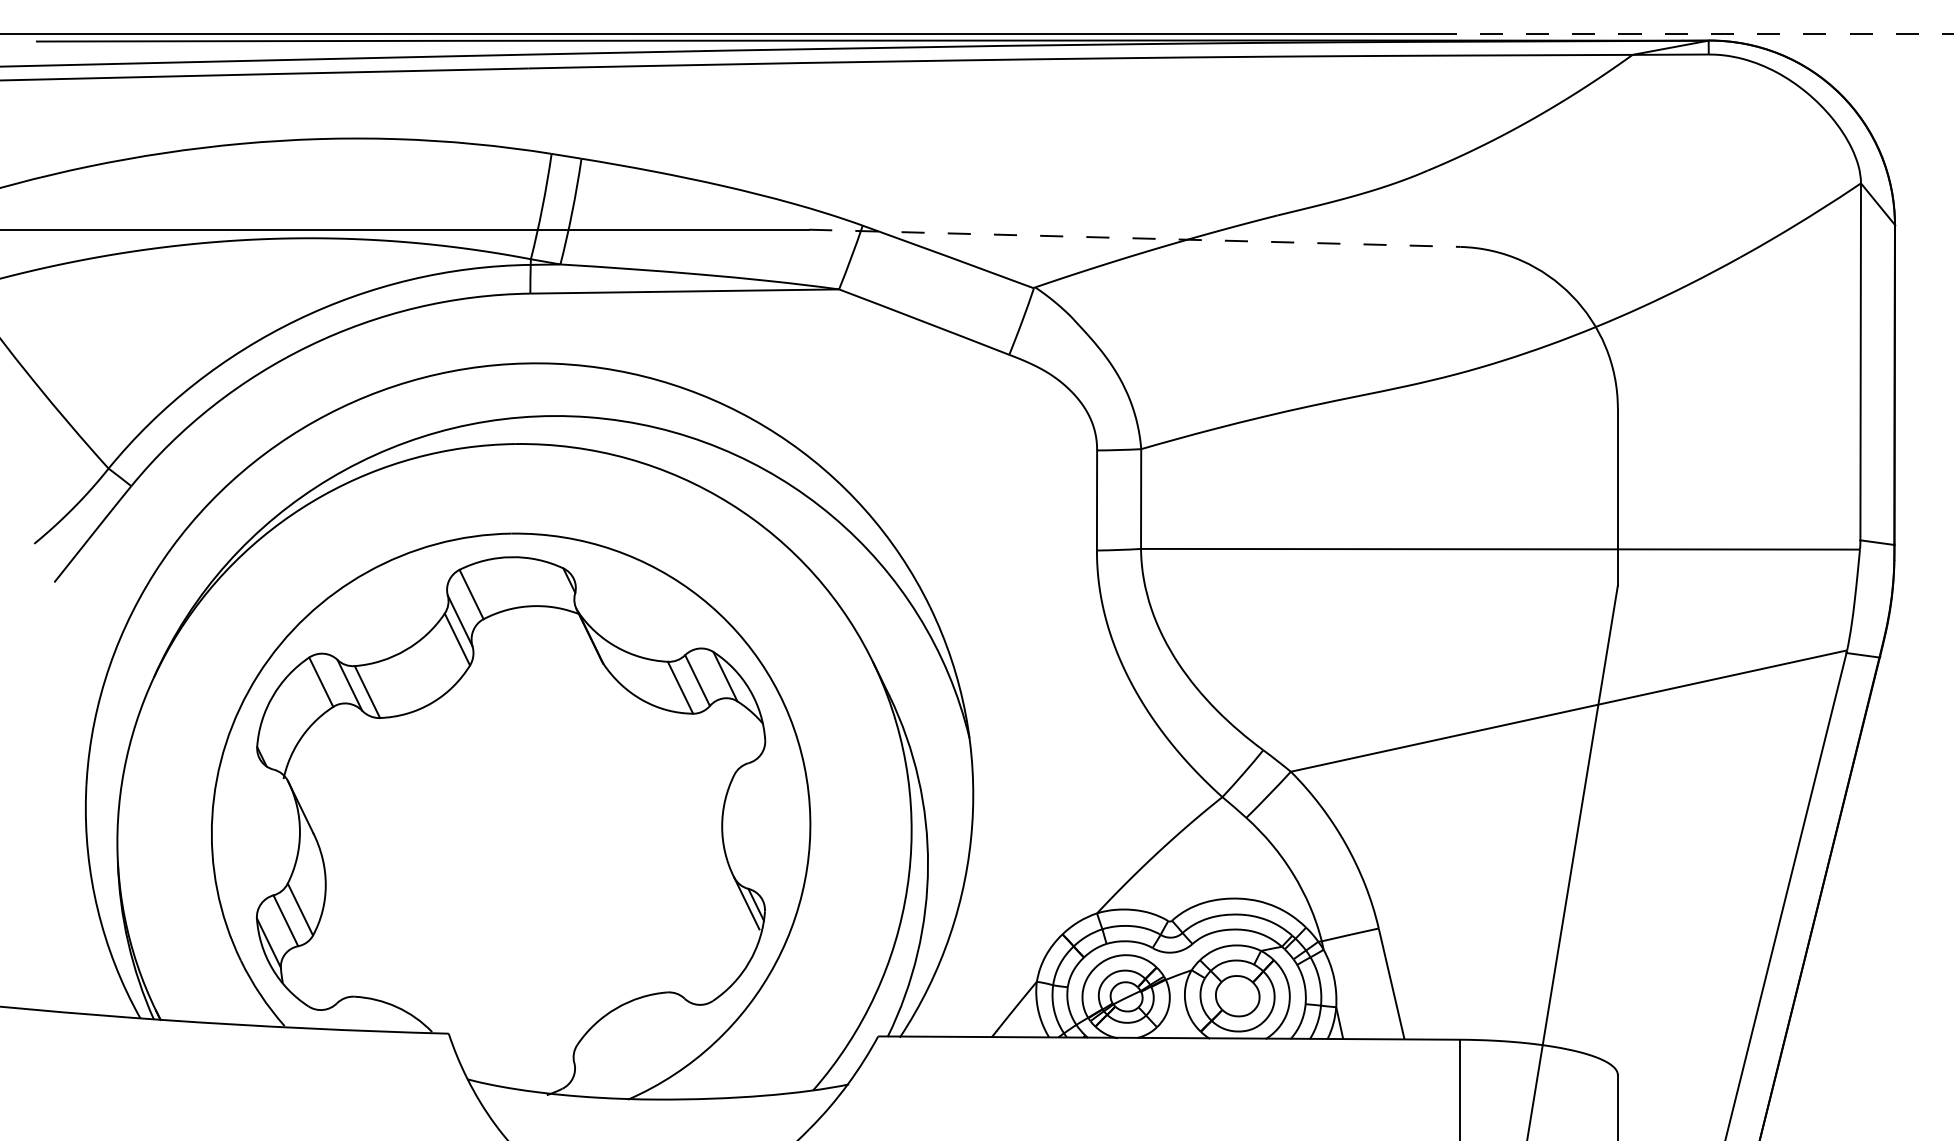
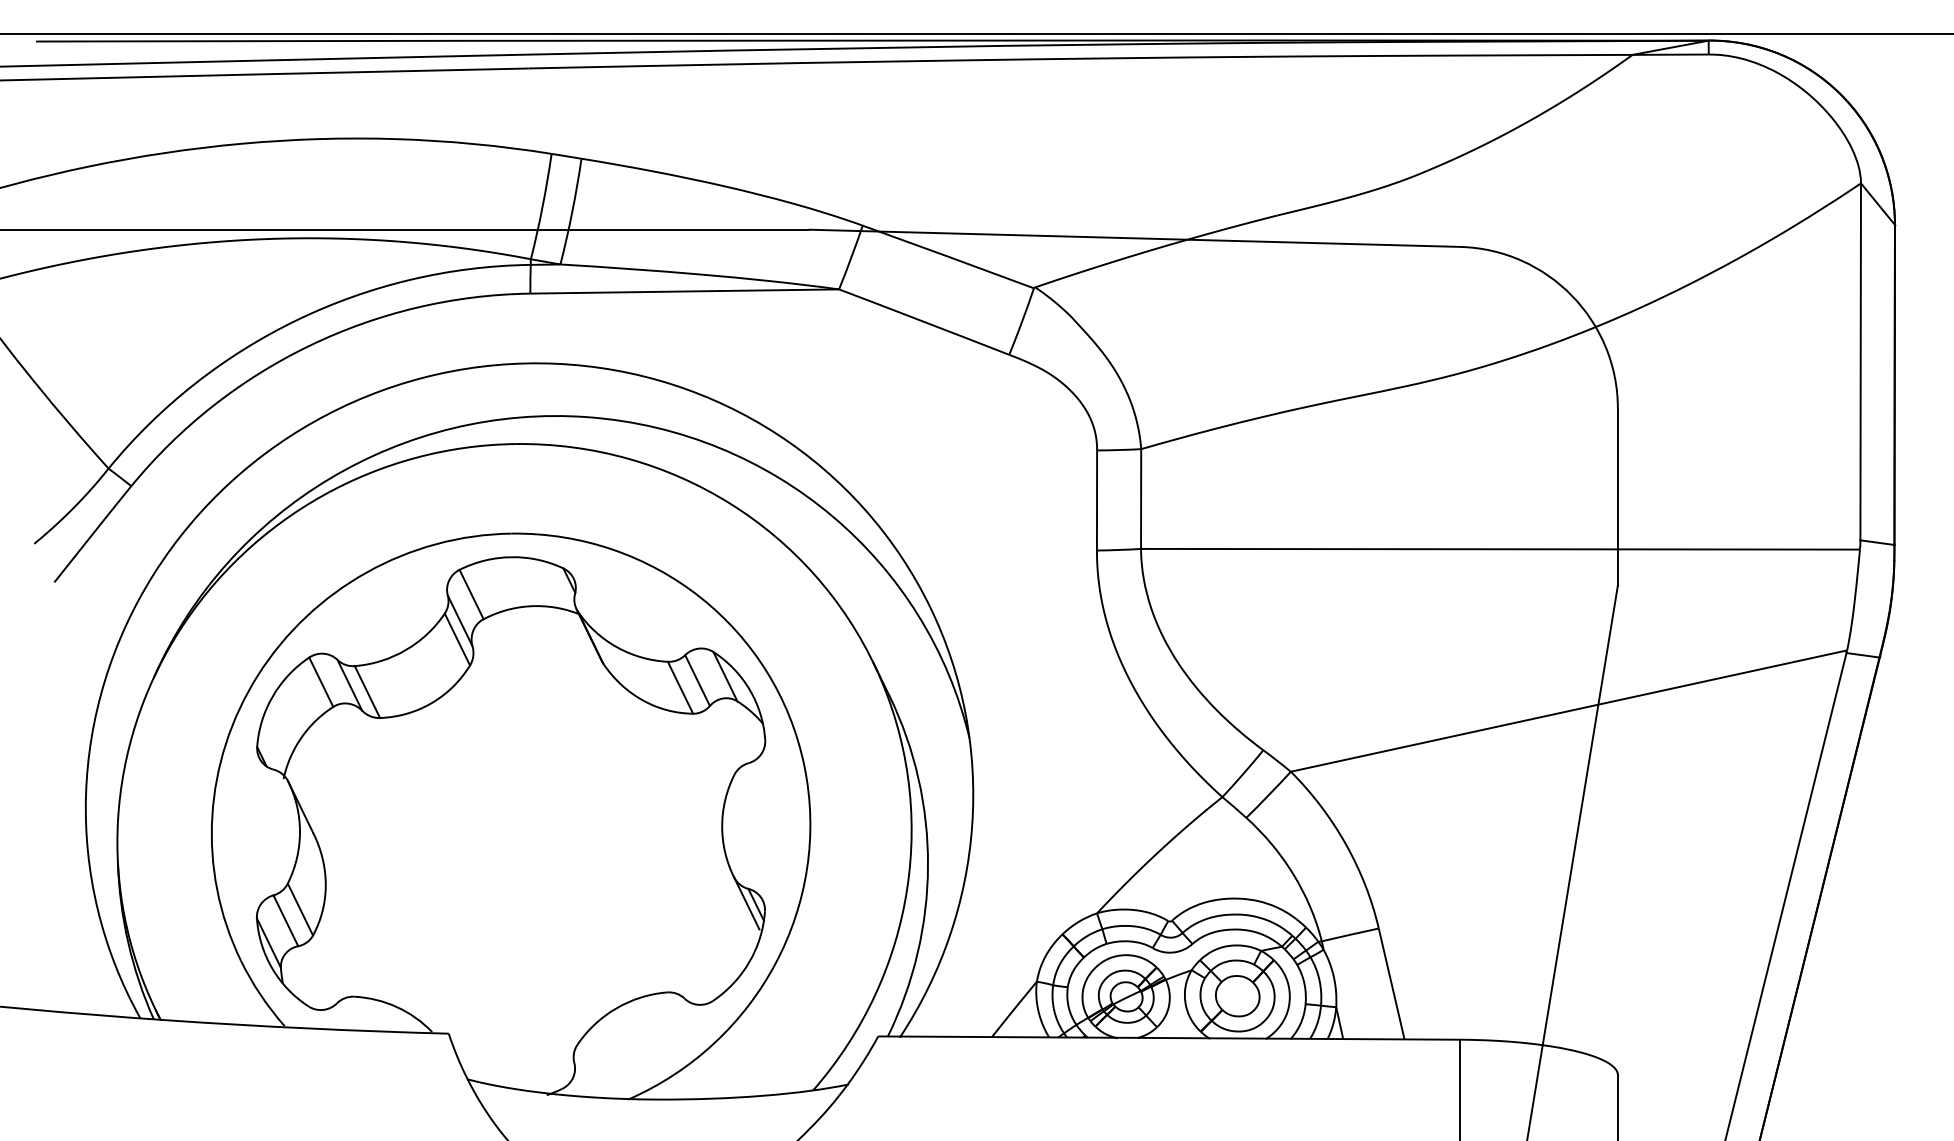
line at (1693, 34): dashed -> solid
line at (1134, 238): dashed -> solid
